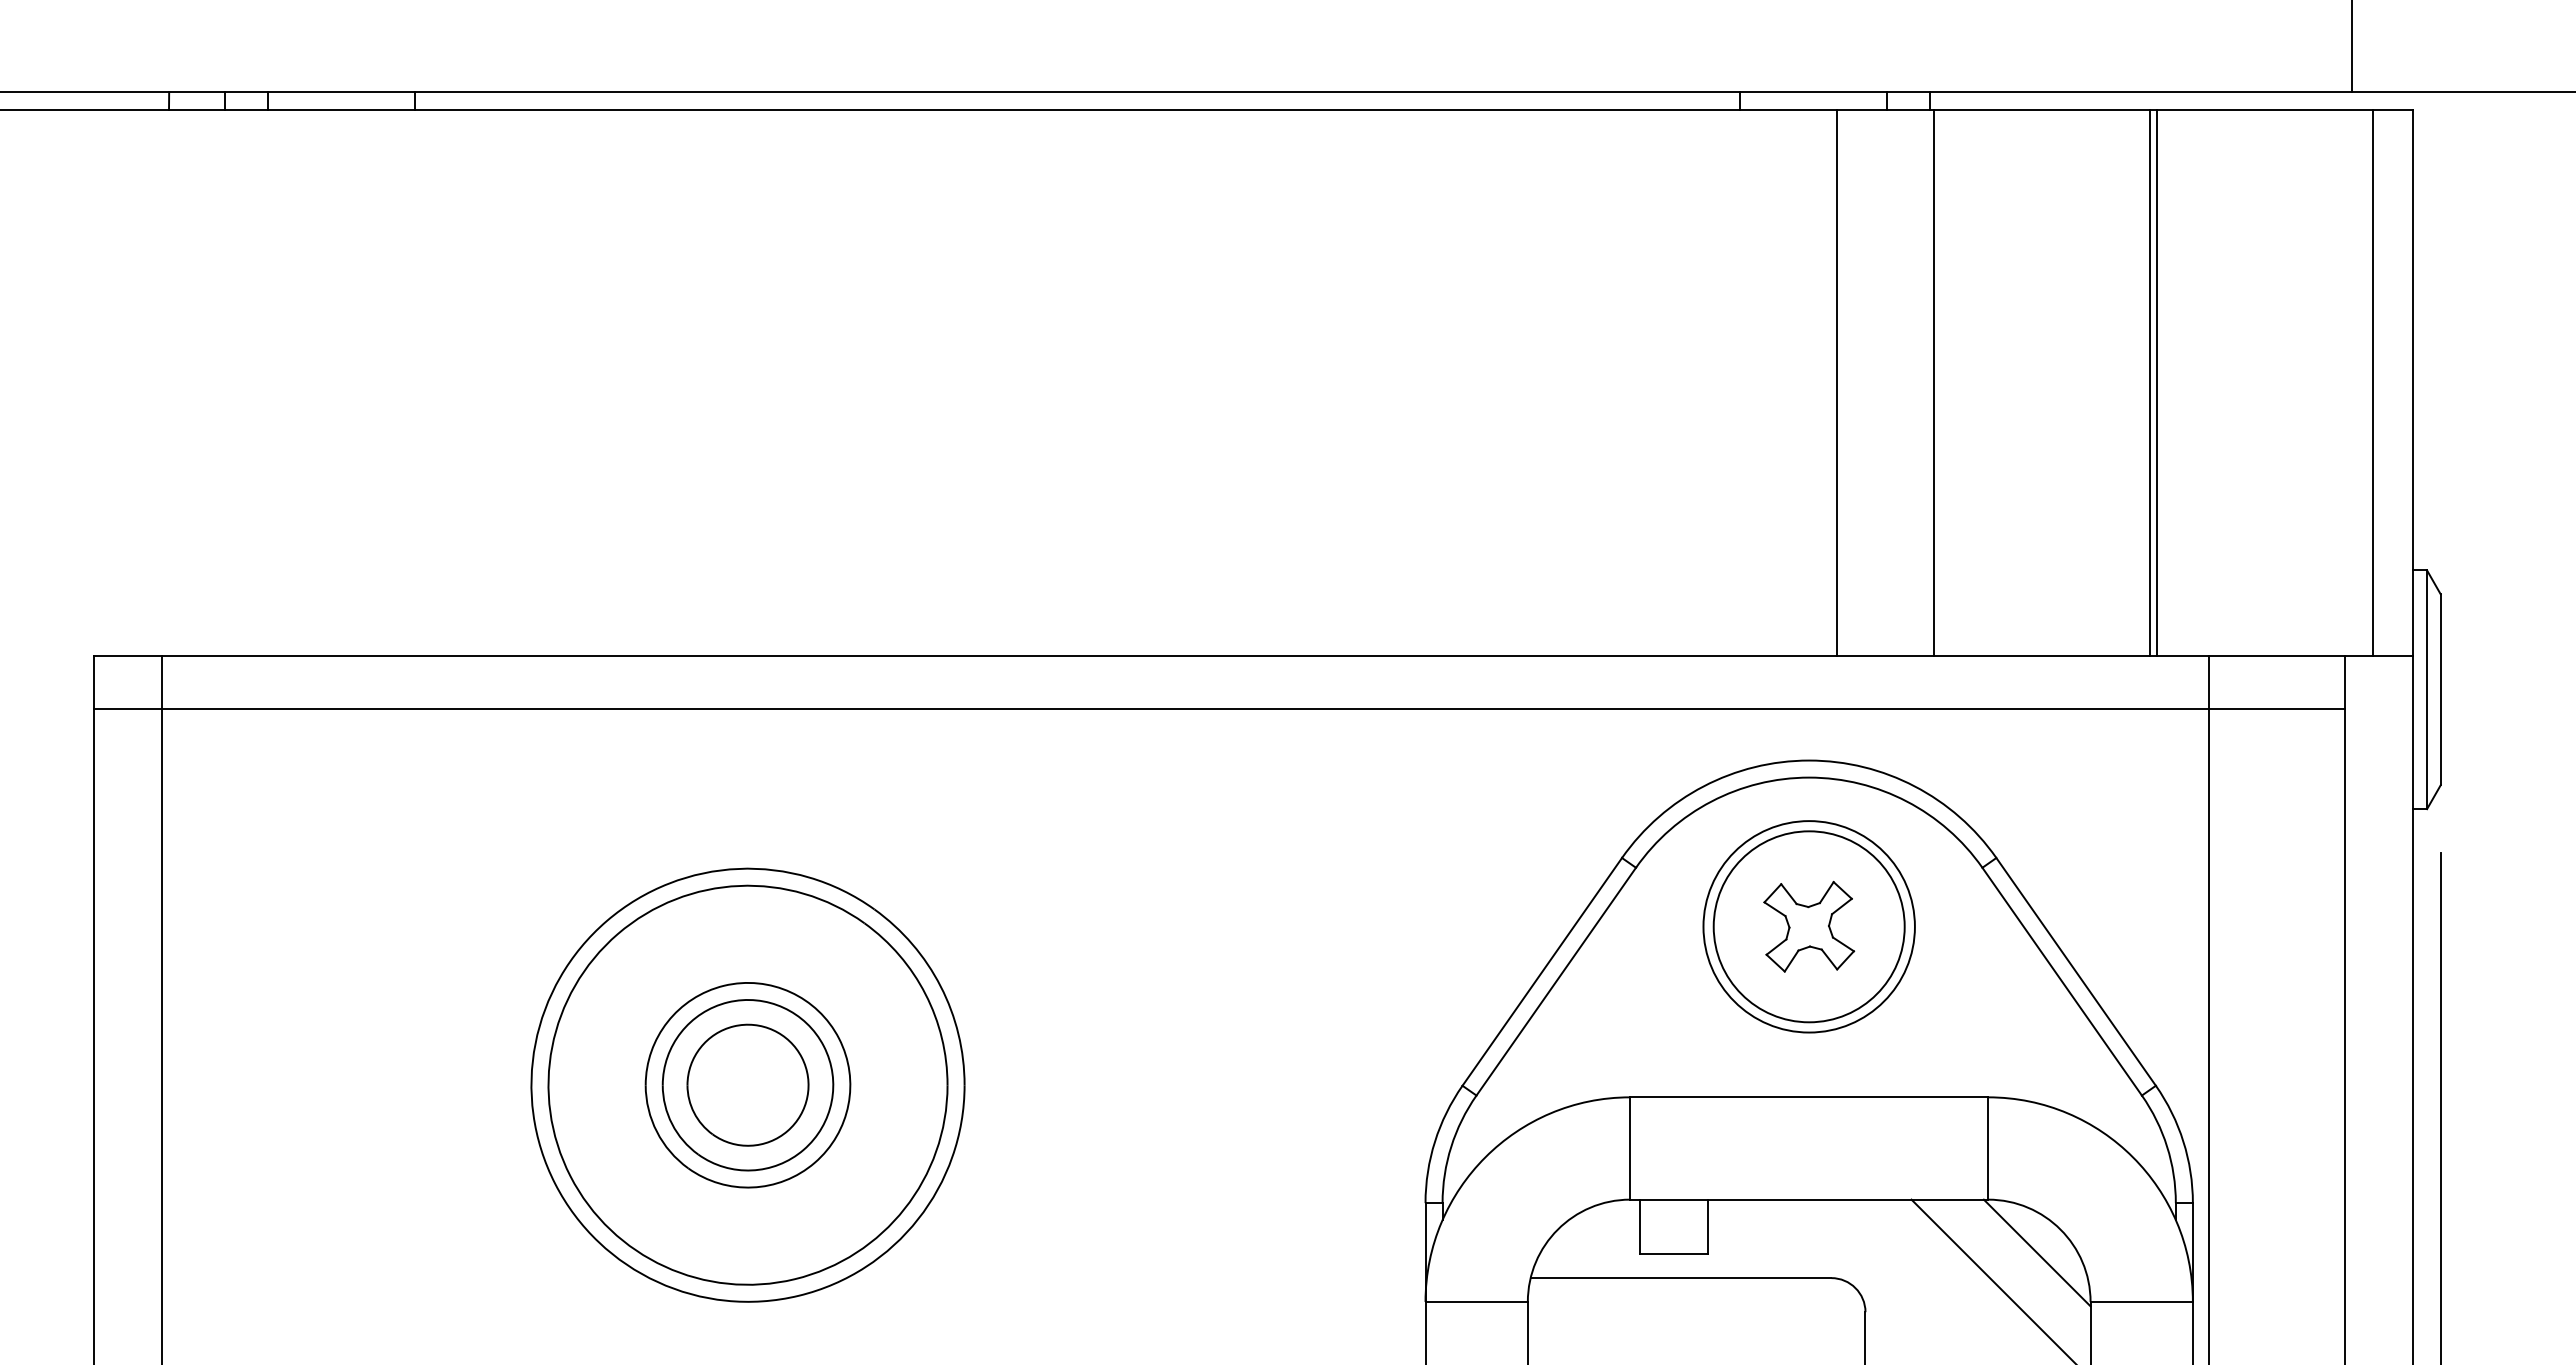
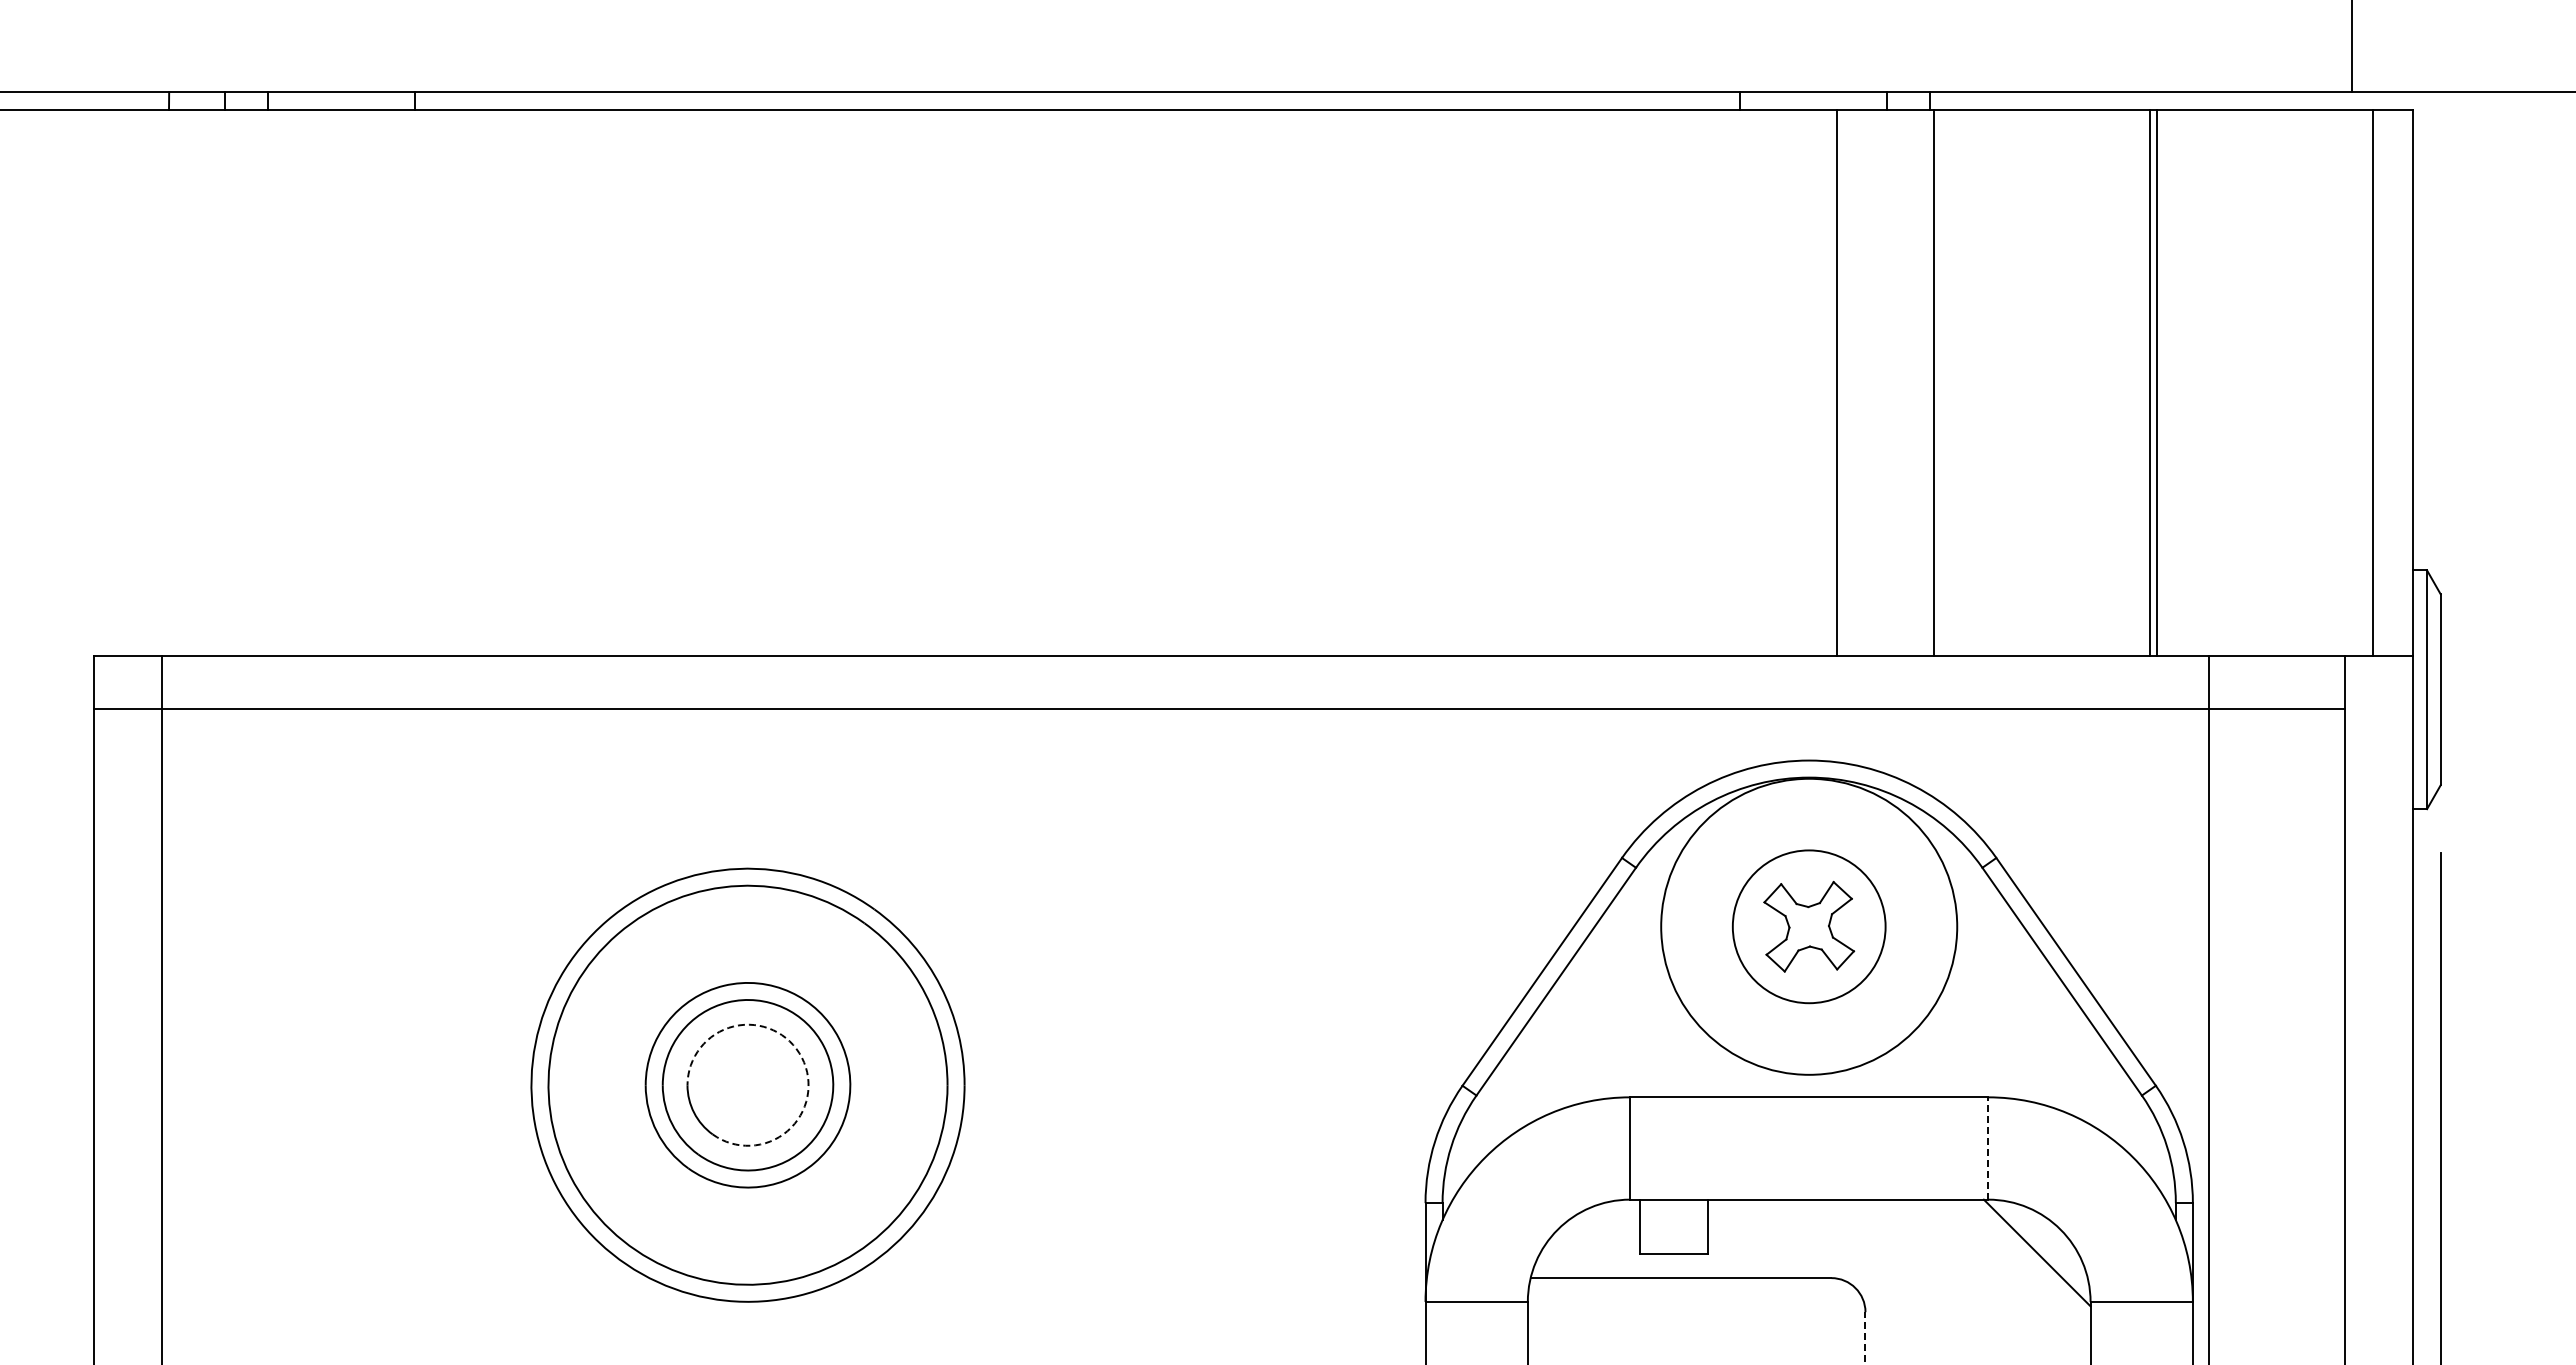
circle at (1808, 926) diameter: 191 px -> 153 px
circle at (1808, 926) diameter: 211 px -> 296 px
arc at (801, 1057): solid -> dashed
line at (1988, 1148): solid -> dashed
line at (1992, 1280): present -> none
line at (1865, 1338): solid -> dashed
